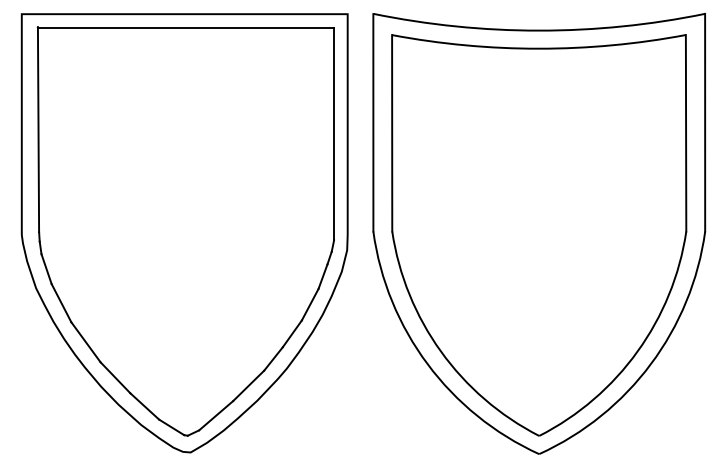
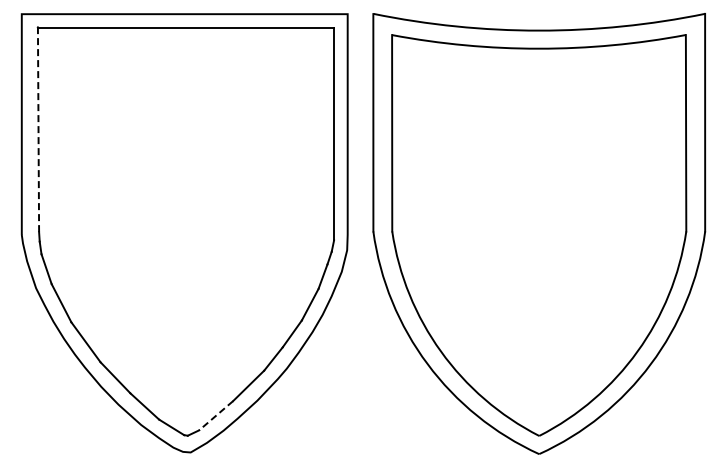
line at (38, 129): solid -> dashed
line at (215, 416): solid -> dashed
